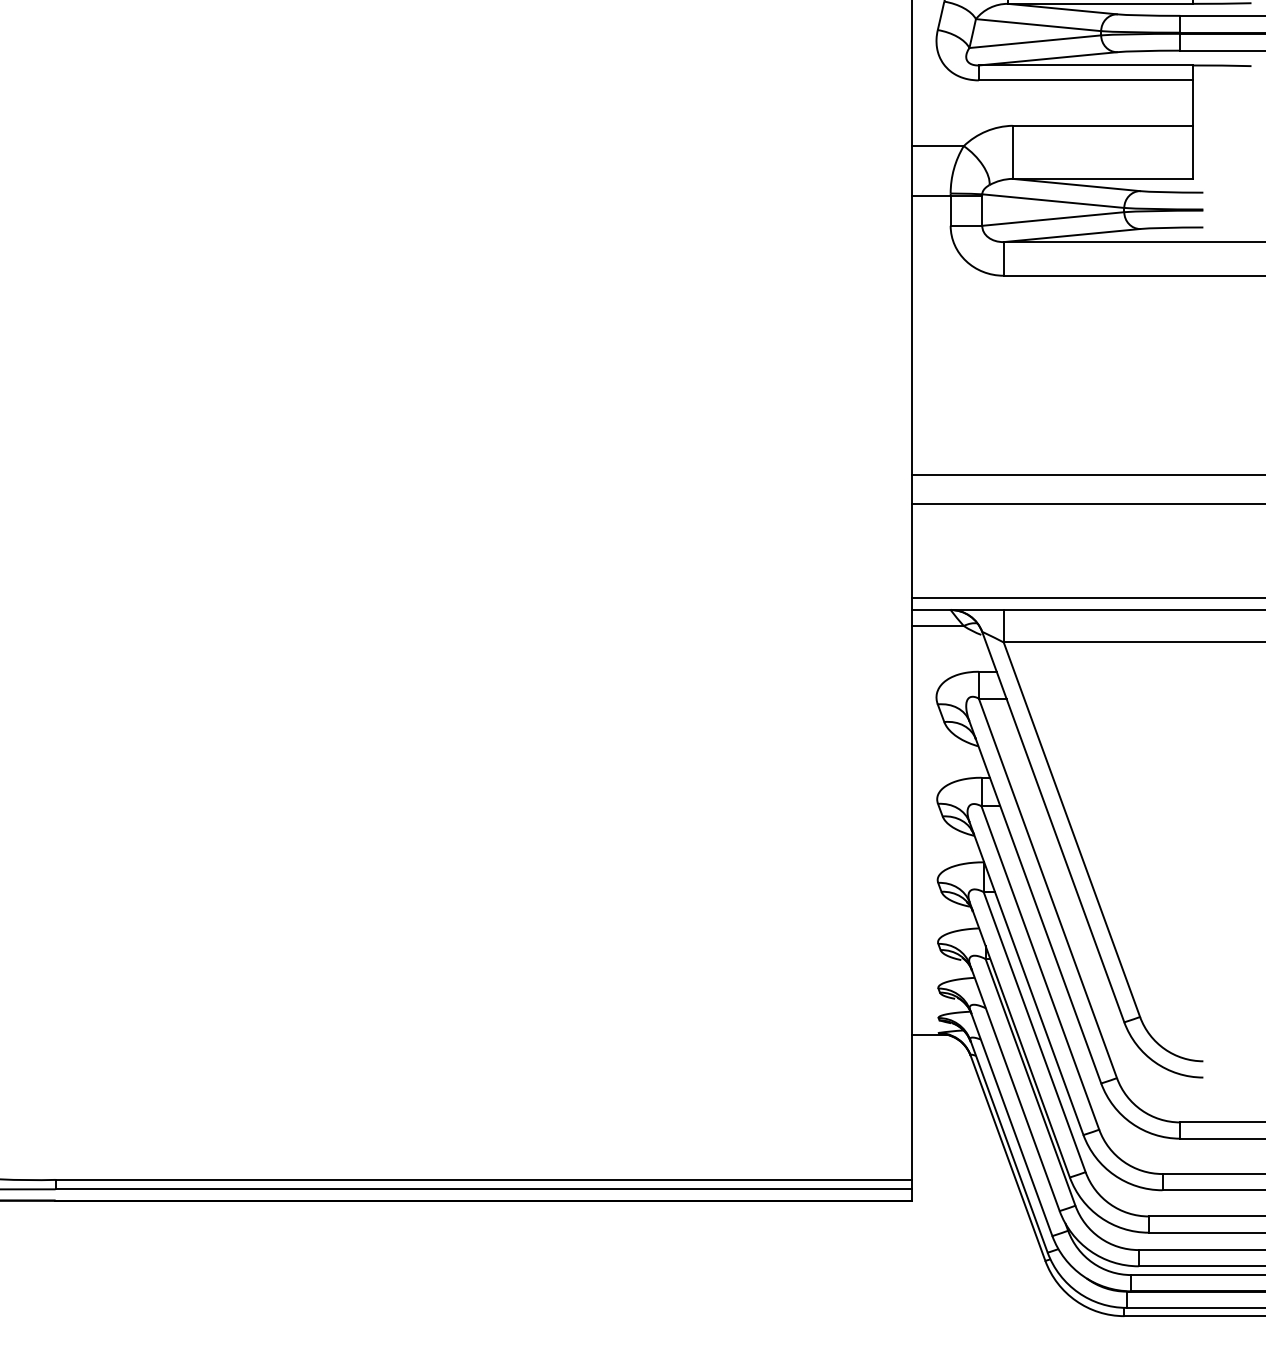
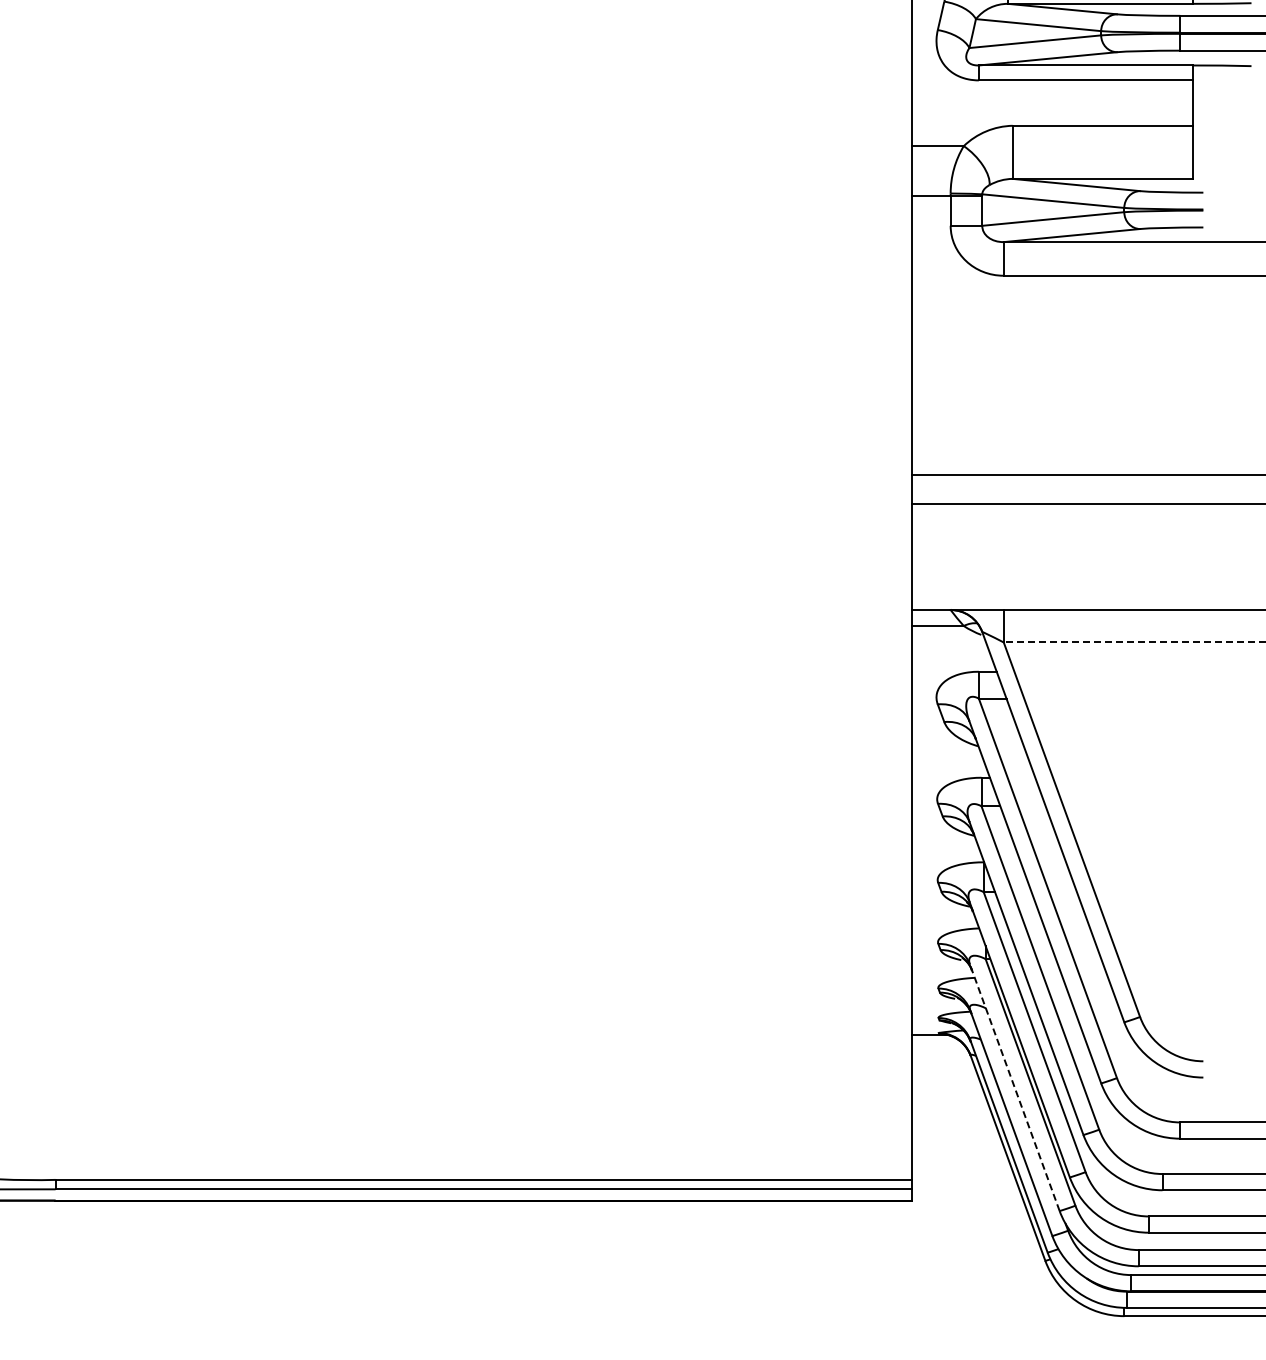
line at (1087, 597): present -> none
line at (1134, 642): solid -> dashed
line at (1014, 1087): solid -> dashed
